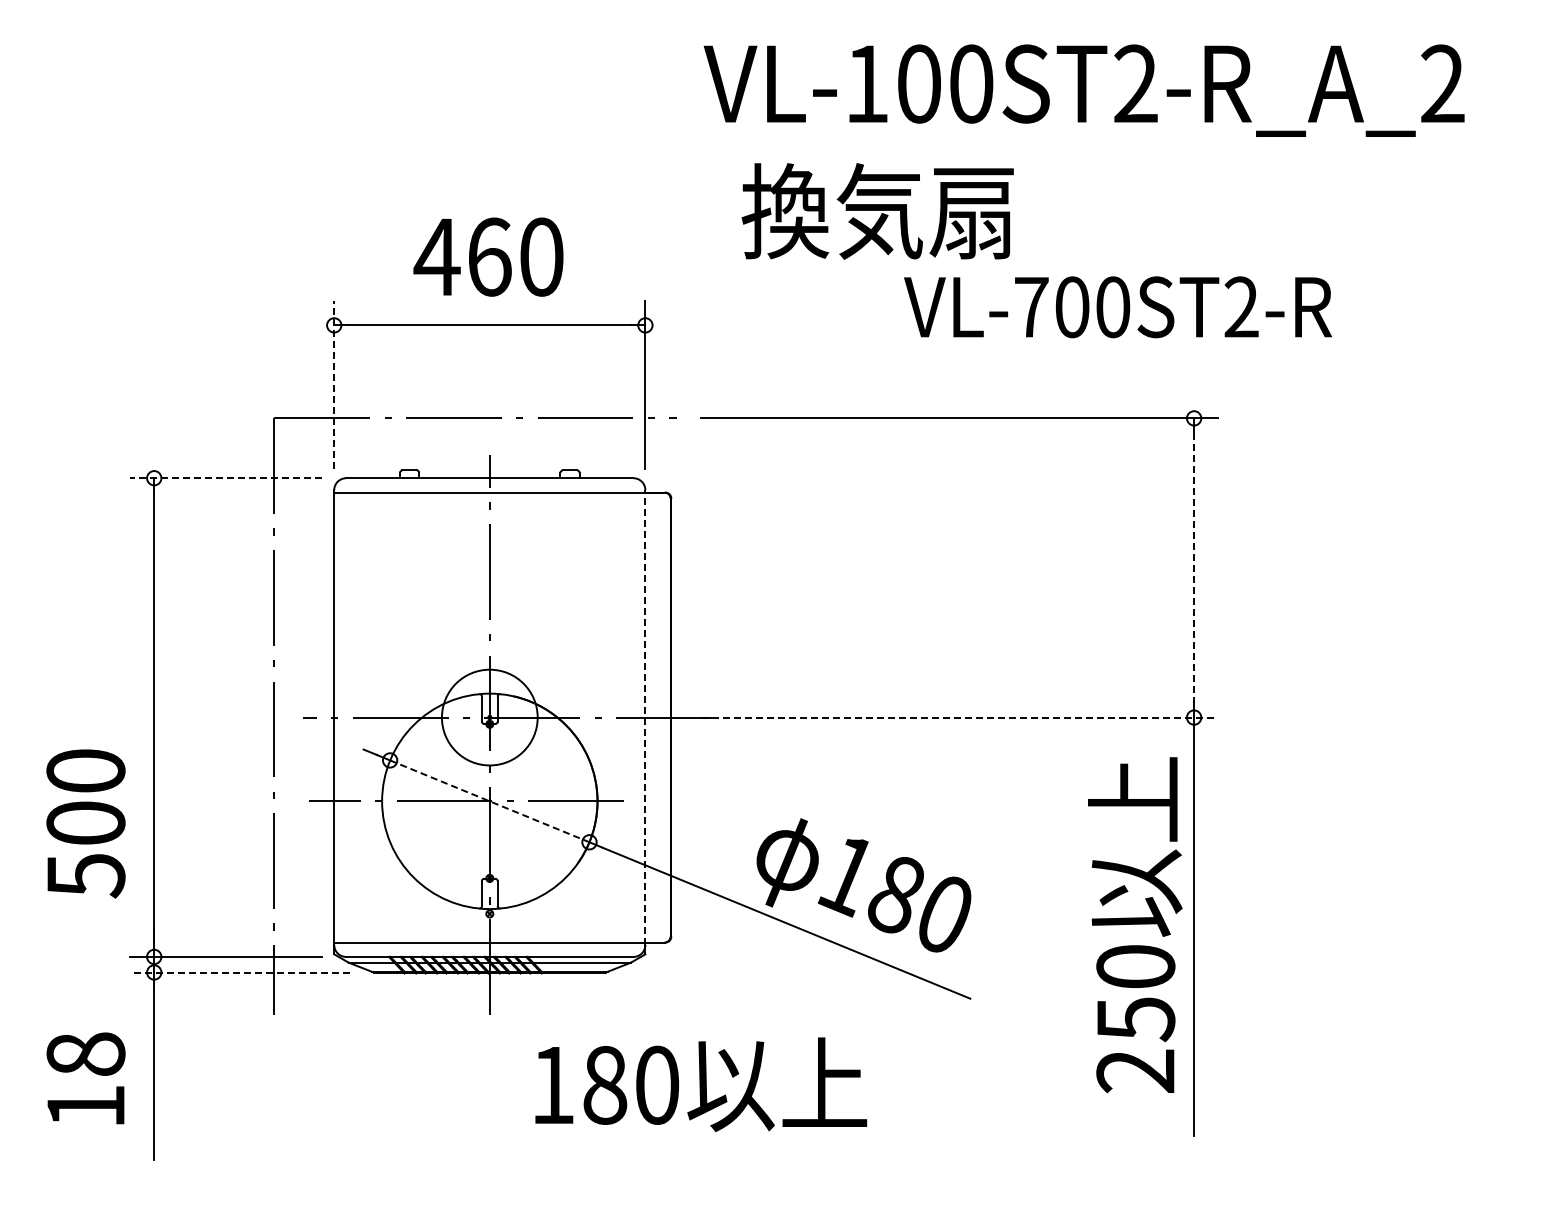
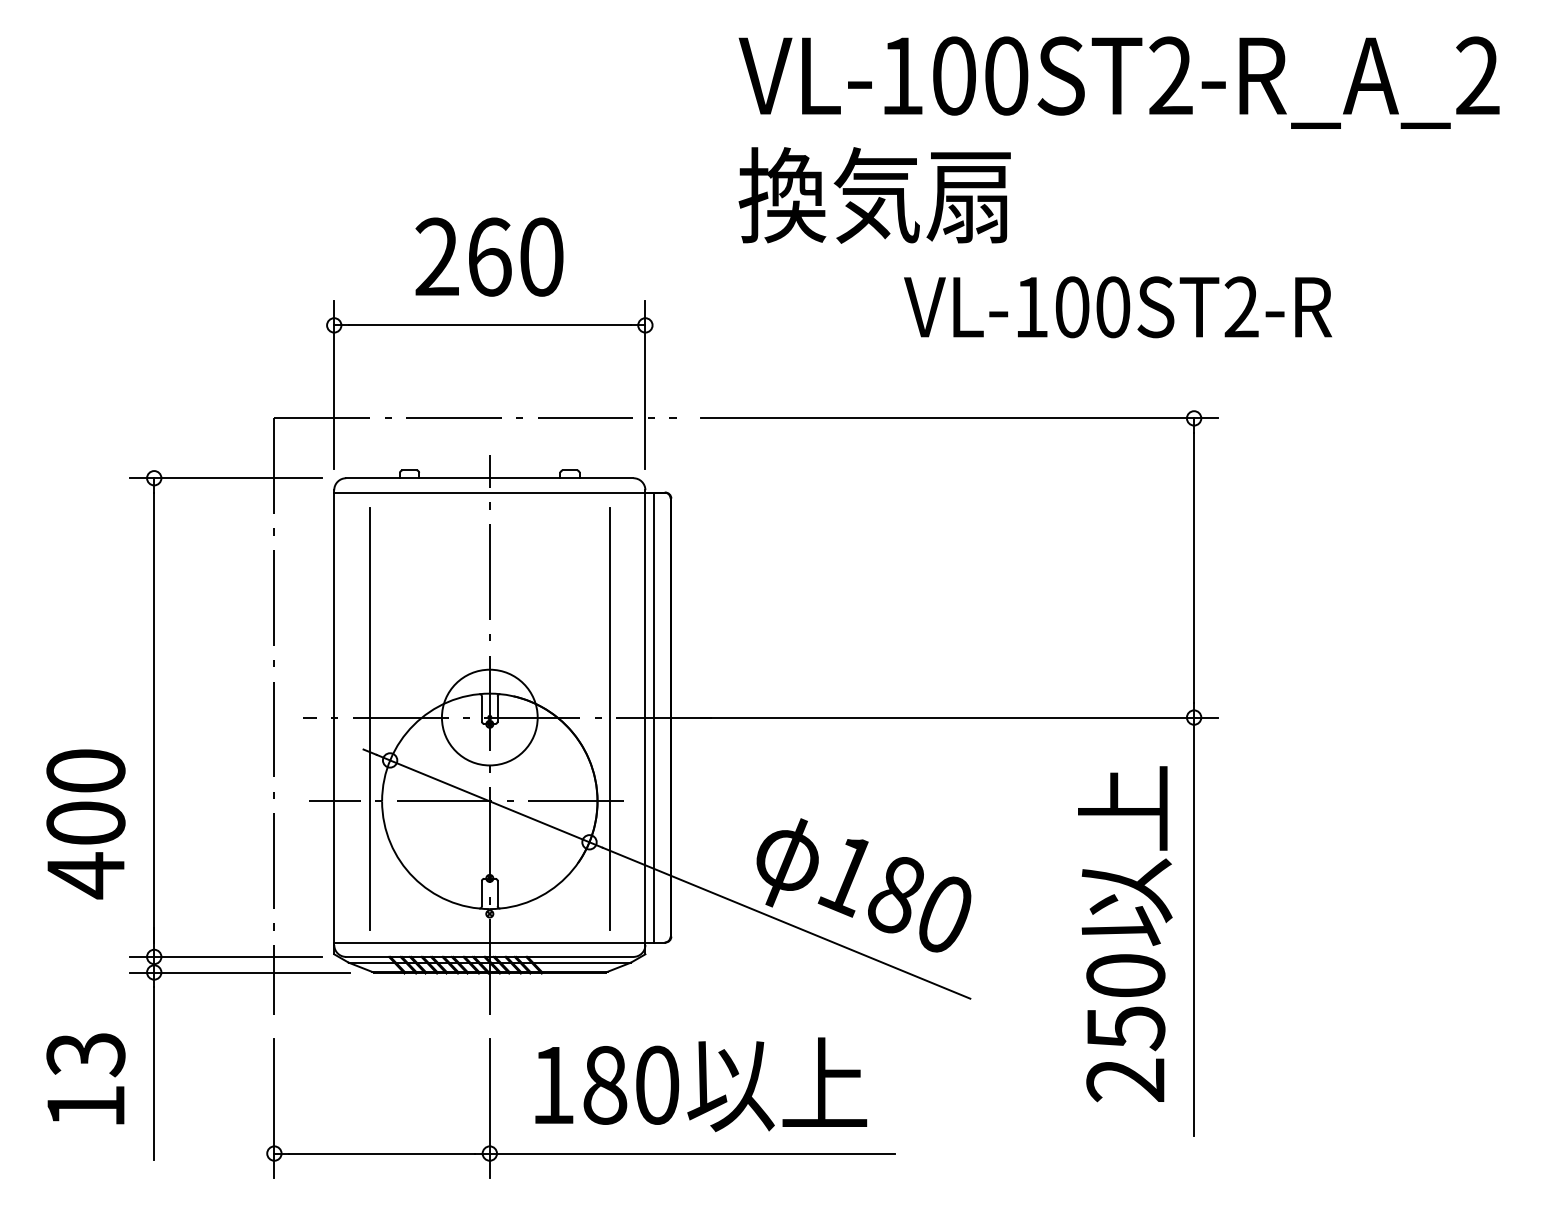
text at (1083, 90) position: (1083, 90) -> (1118, 82)
text at (877, 211) position: (877, 211) -> (874, 195)
text at (436, 256): 460 -> 260
text at (1031, 307): VL-700ST2-R -> VL-100ST2-R
line at (334, 385): dashed -> solid
line at (226, 478): dashed -> solid
line at (1194, 568): dashed -> solid
line at (645, 717): dashed -> solid
line at (653, 717): none -> present
line at (959, 717): dashed -> solid
line at (370, 718): none -> present
line at (609, 718): none -> present
line at (489, 801): dashed -> solid
text at (86, 875): 500 -> 400
text at (1135, 925) position: (1135, 925) -> (1125, 934)
line at (240, 972): dashed -> solid
text at (85, 1054): 18 -> 13
part at (580, 1153): none -> present
